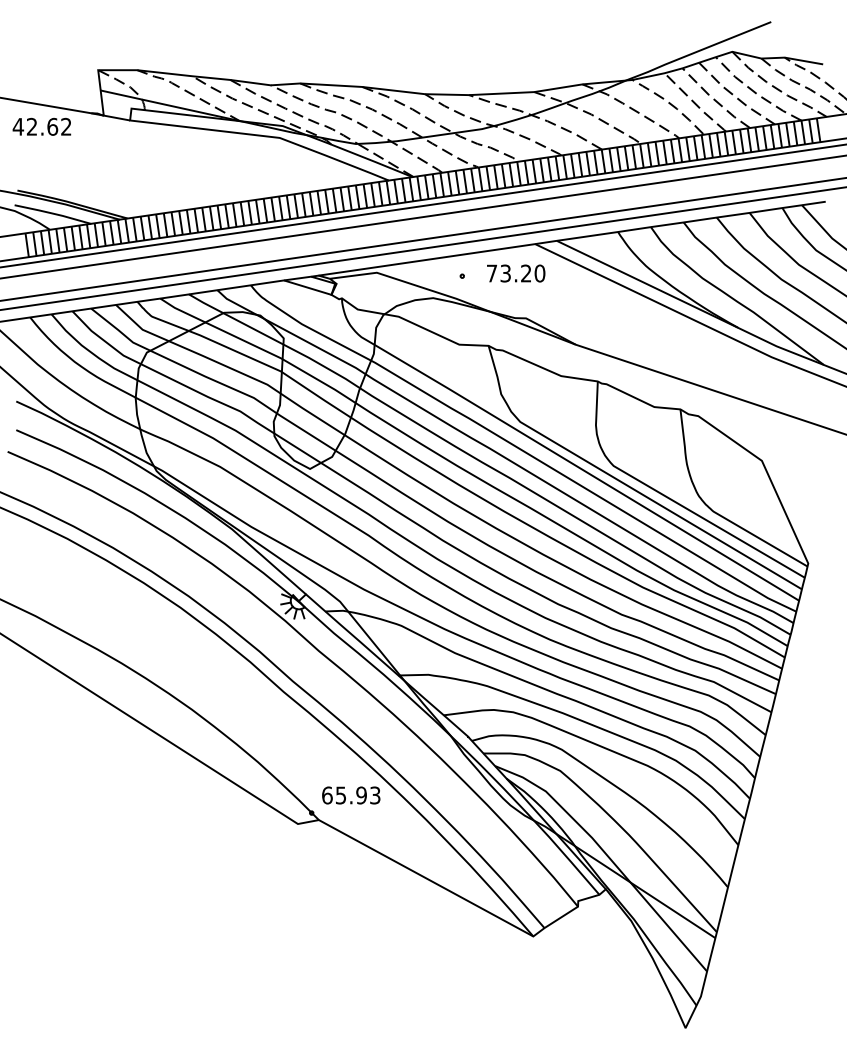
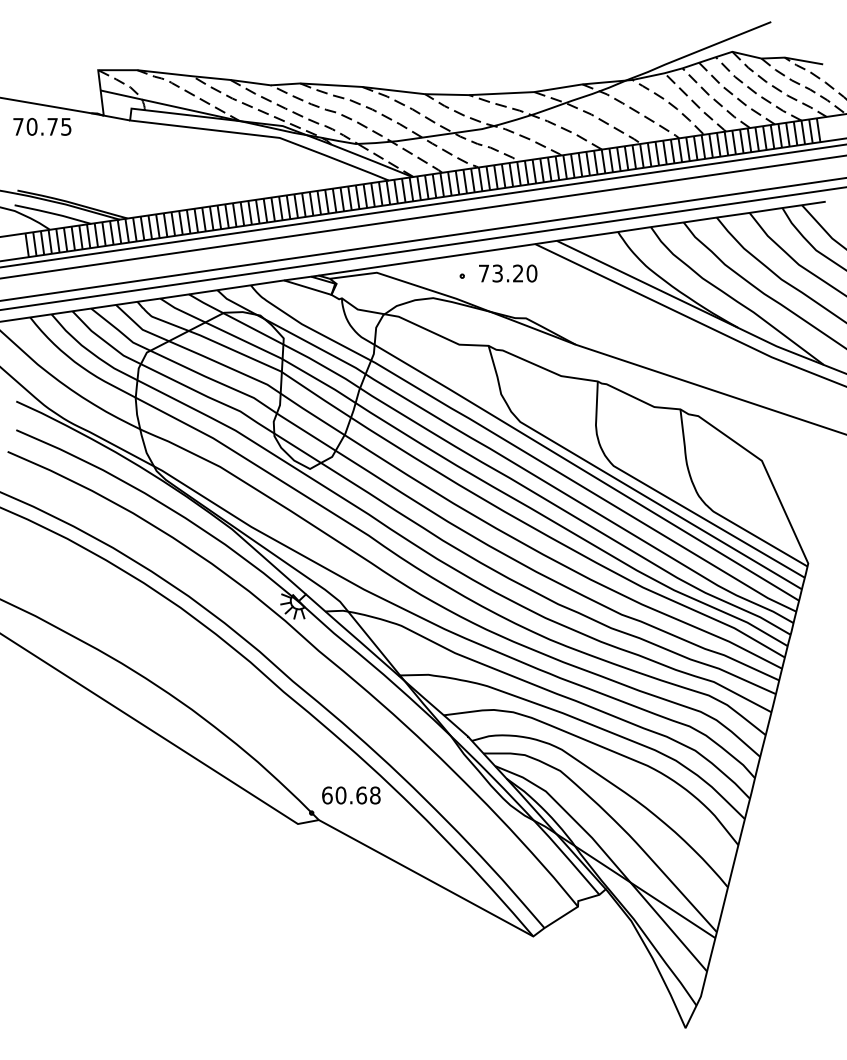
text at (41, 126): 42.62 -> 70.75
text at (516, 273) position: (516, 273) -> (508, 273)
text at (357, 795): 65.93 -> 60.68
